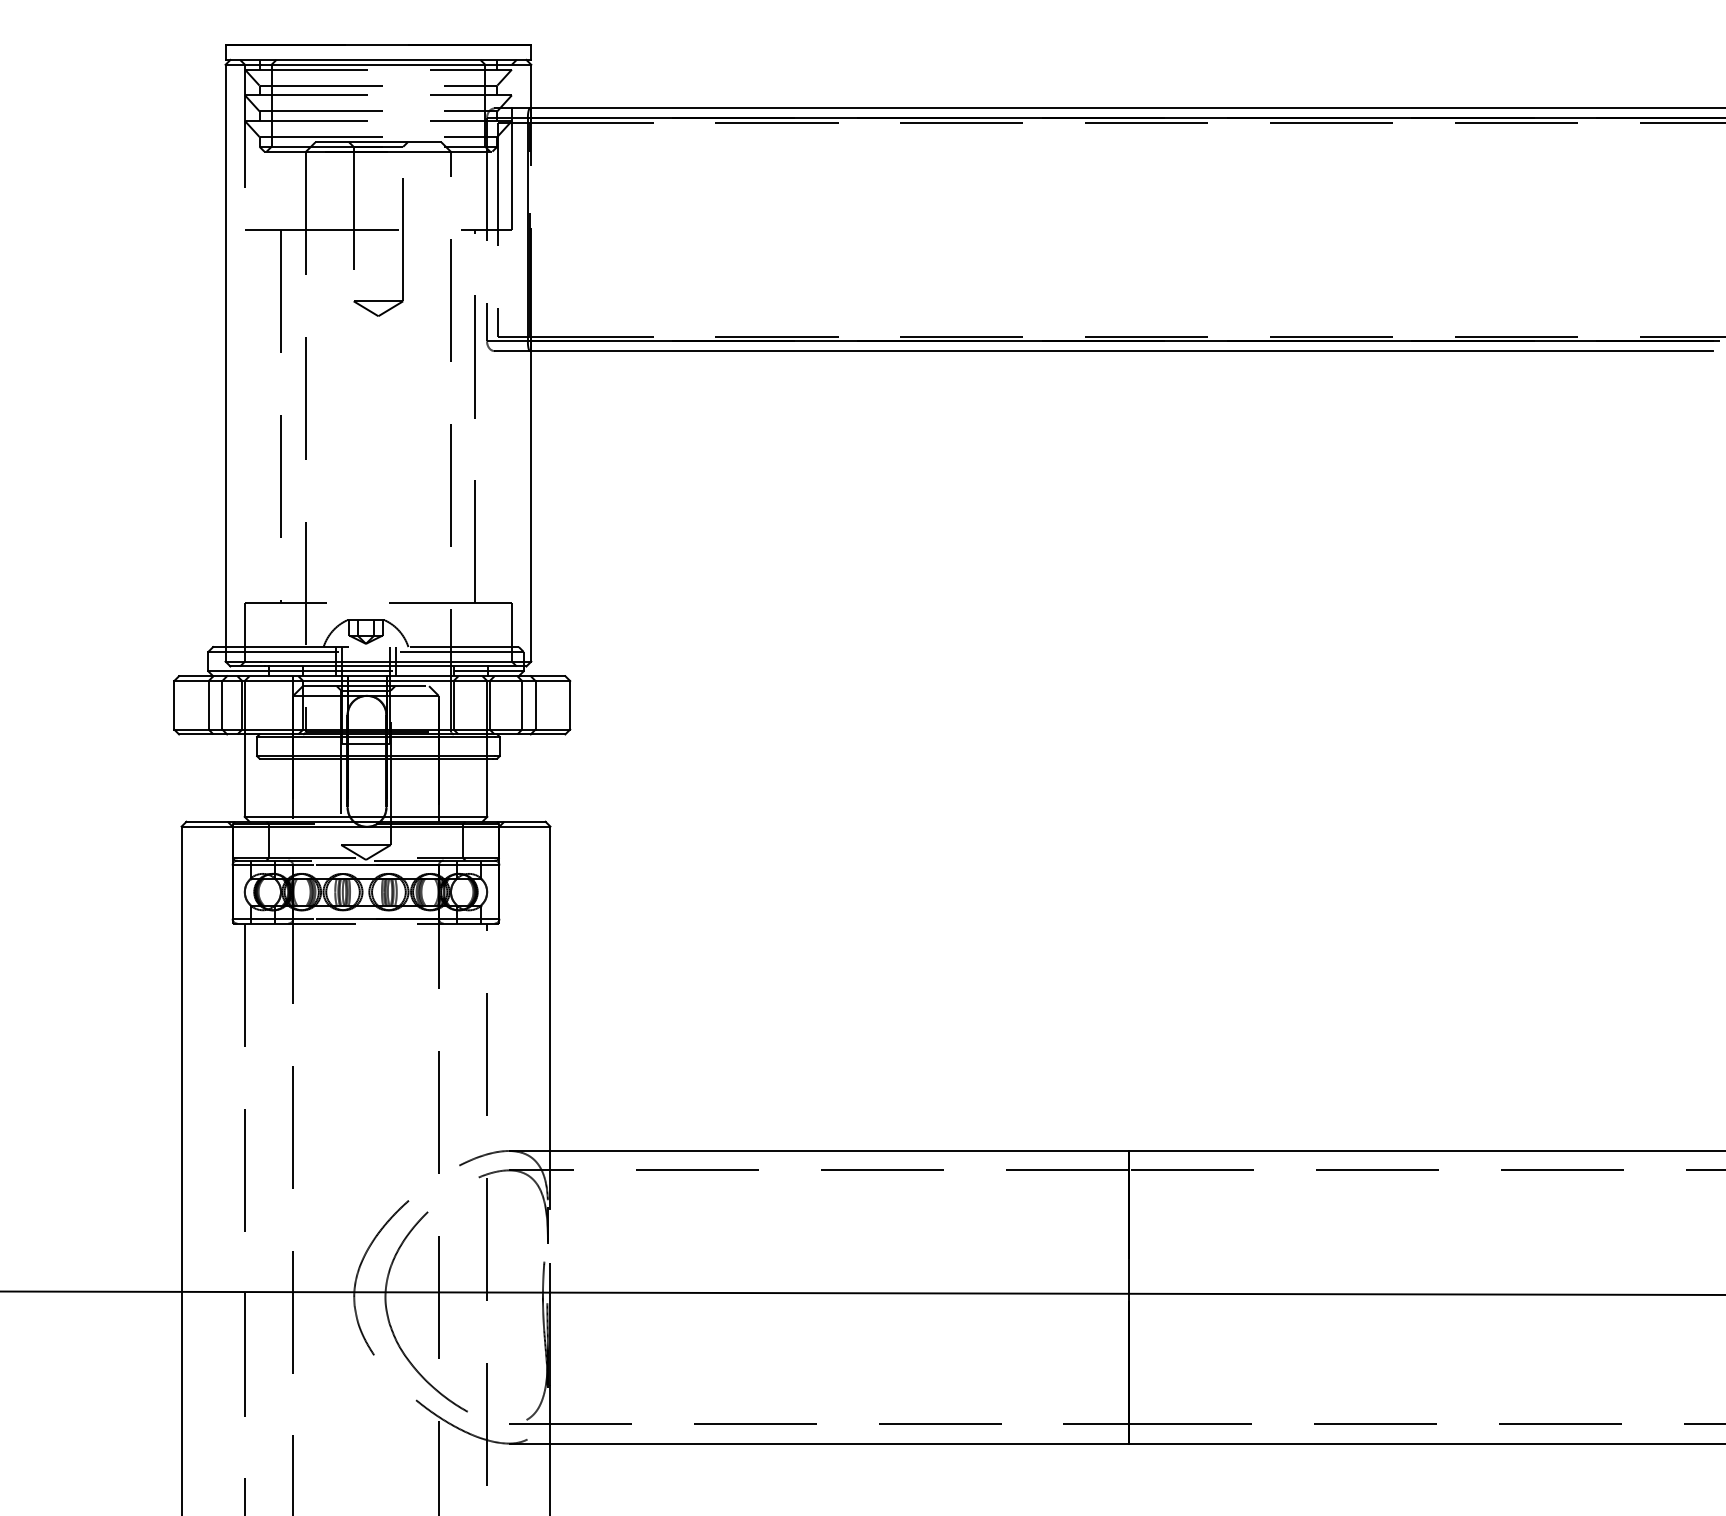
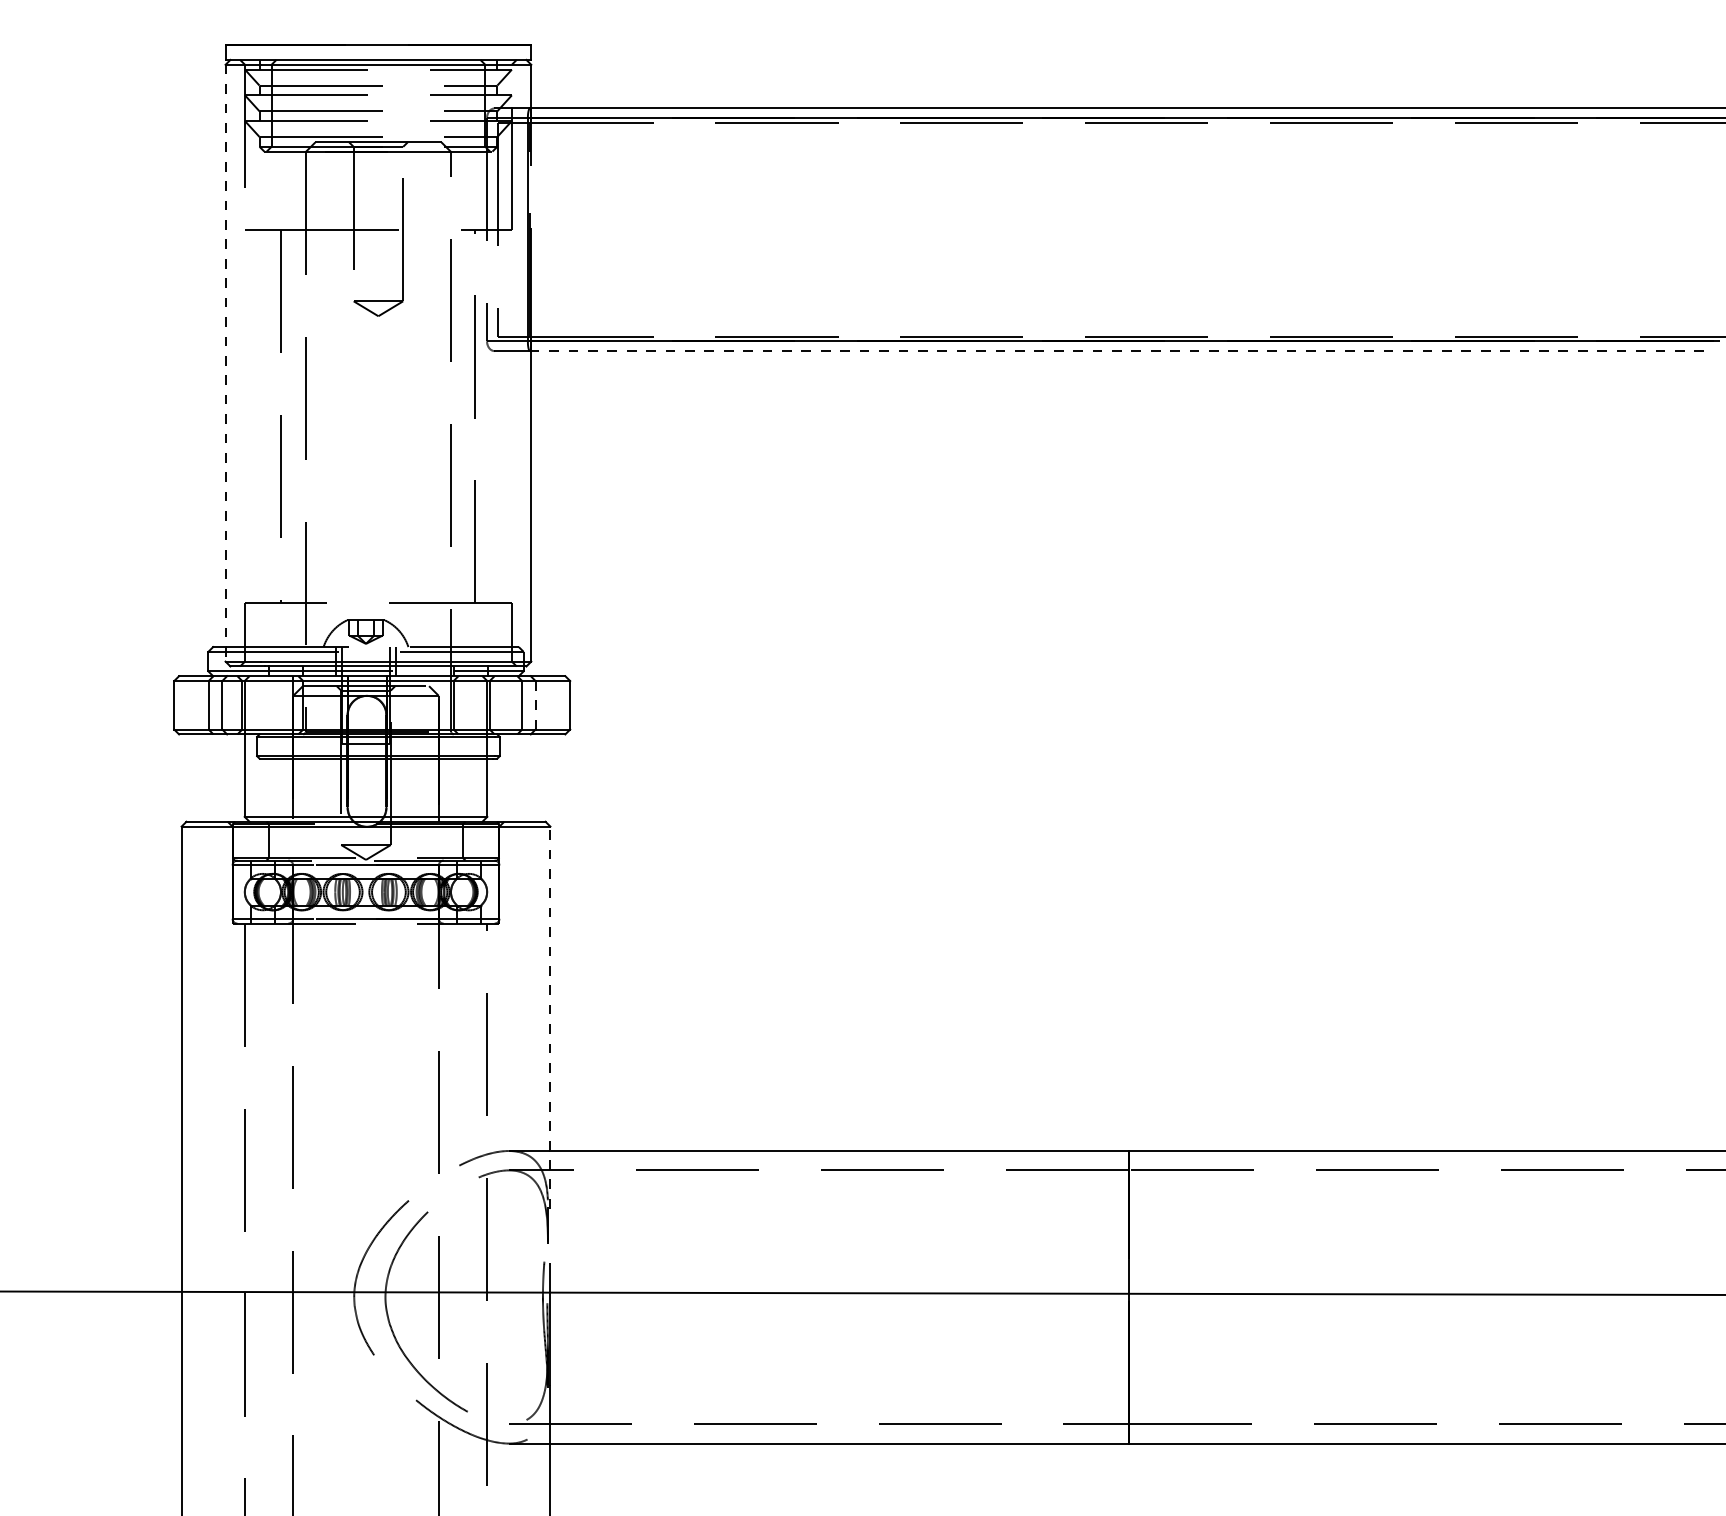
line at (1121, 351): solid -> dashed
line at (225, 363): solid -> dashed
line at (535, 705): solid -> dashed
line at (550, 1017): solid -> dashed
